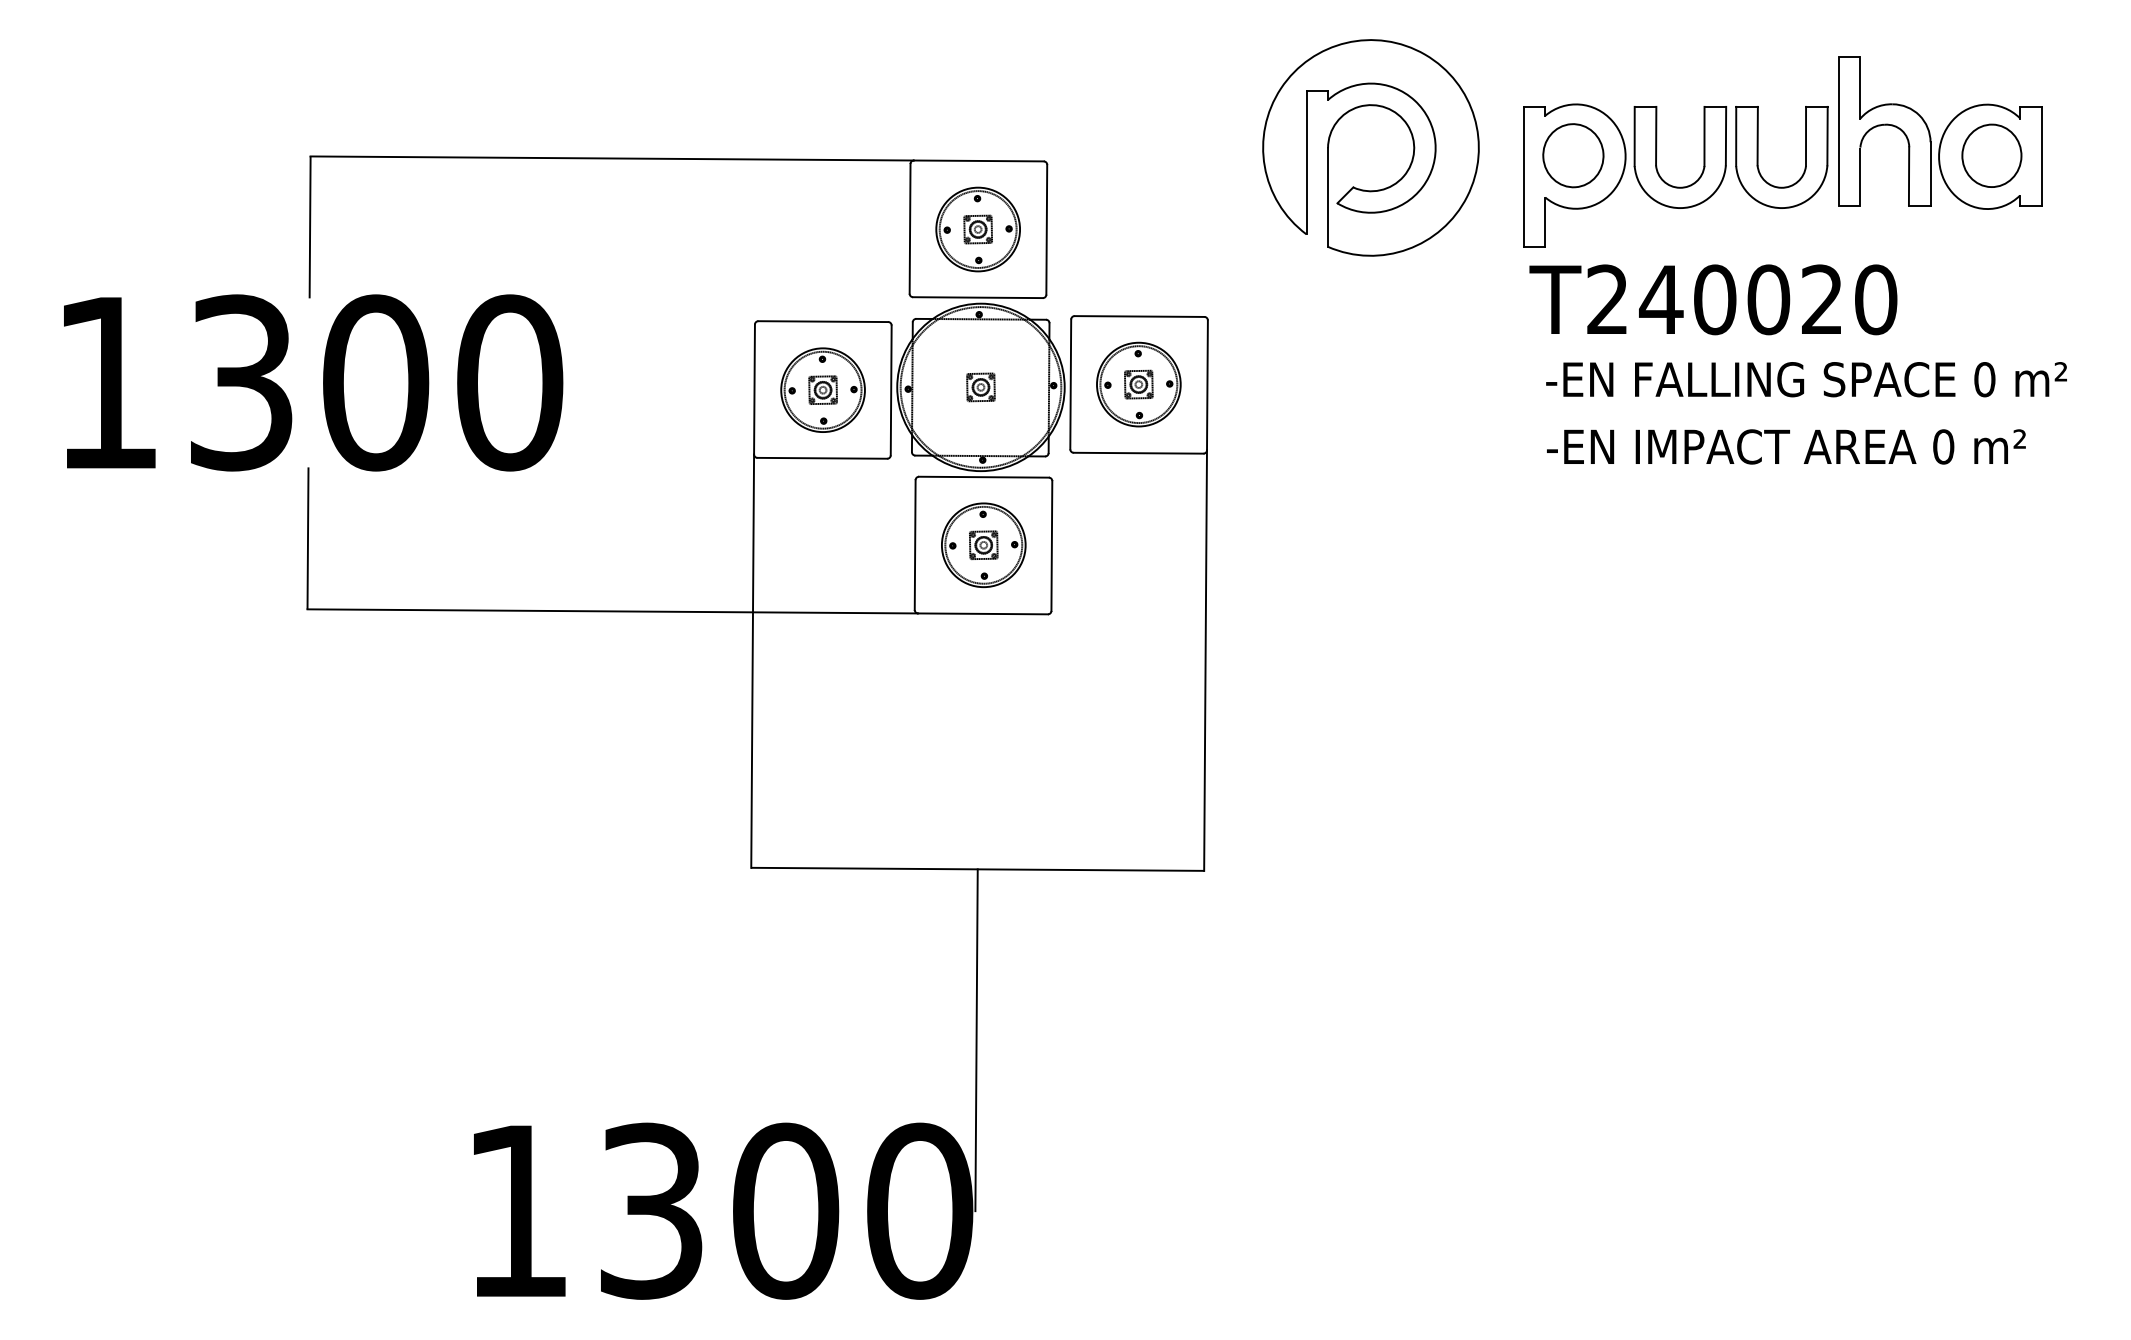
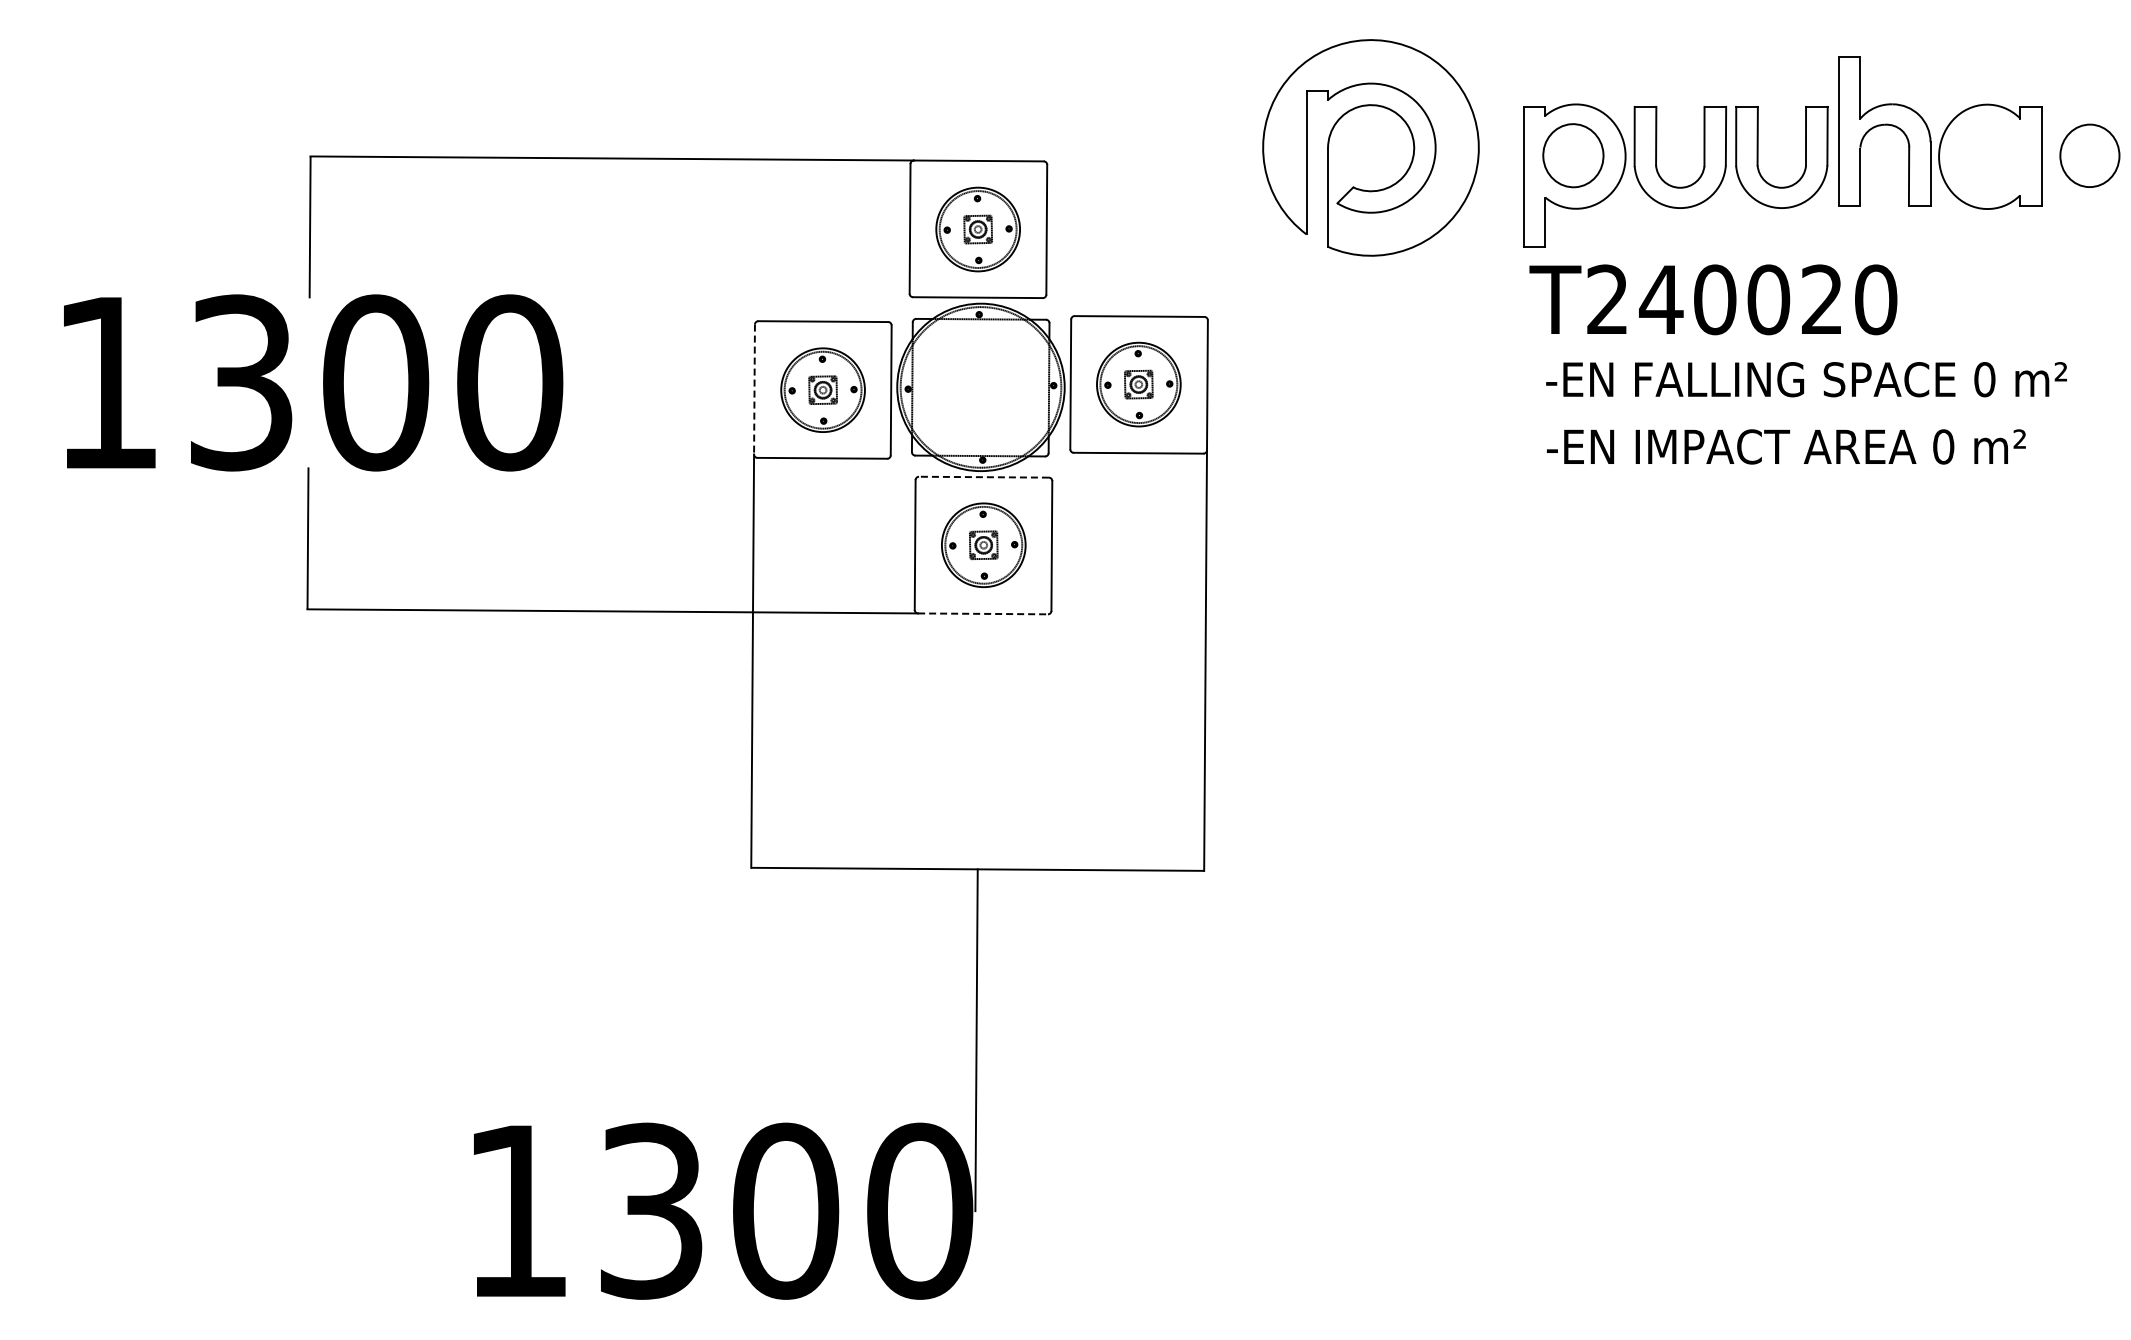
part at (1991, 155) position: (1991, 155) -> (2089, 155)
part at (980, 387): present -> none
line at (754, 389): solid -> dashed
line at (983, 477): solid -> dashed
line at (983, 613): solid -> dashed
